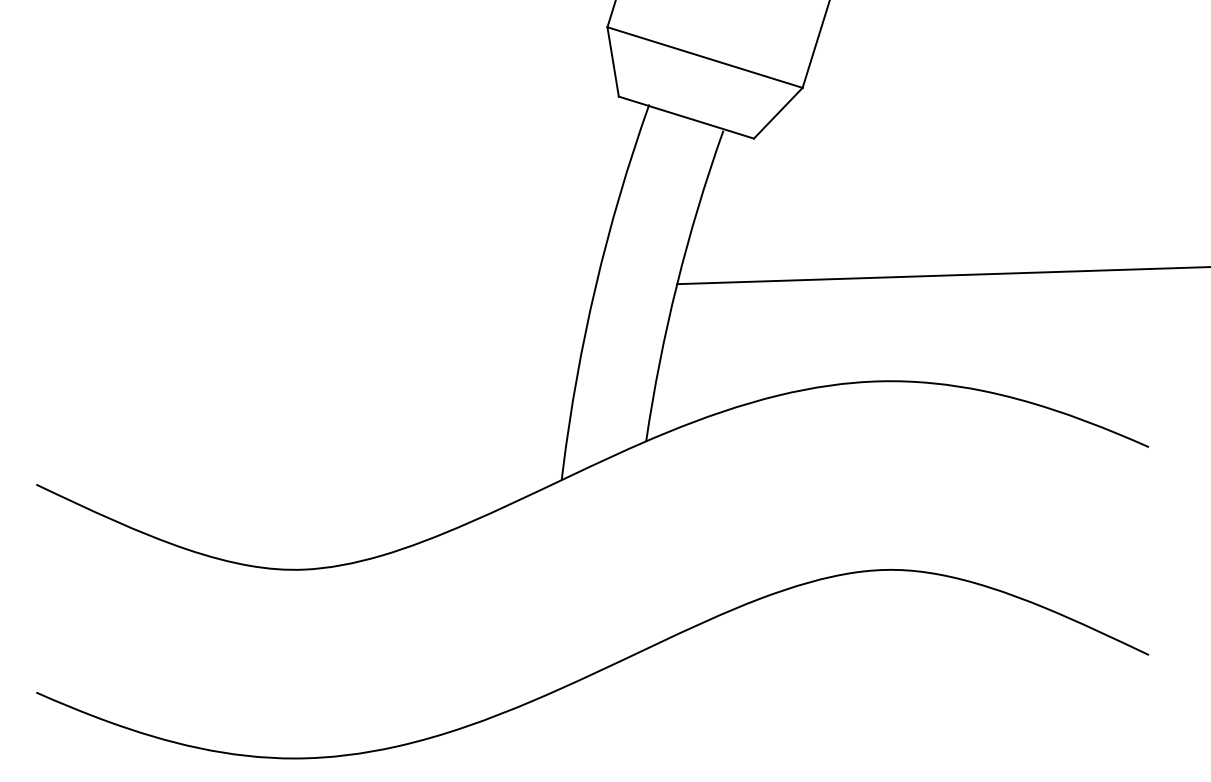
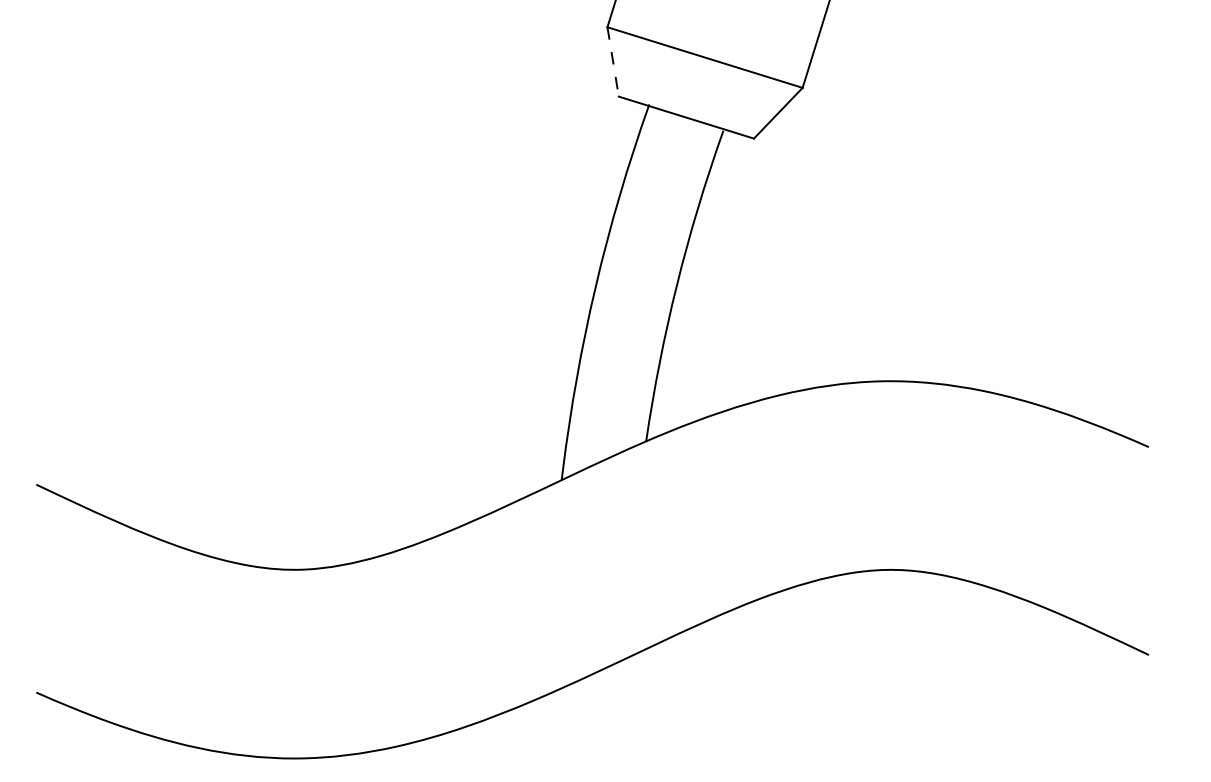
line at (613, 62): solid -> dashed
line at (942, 275): present -> none
